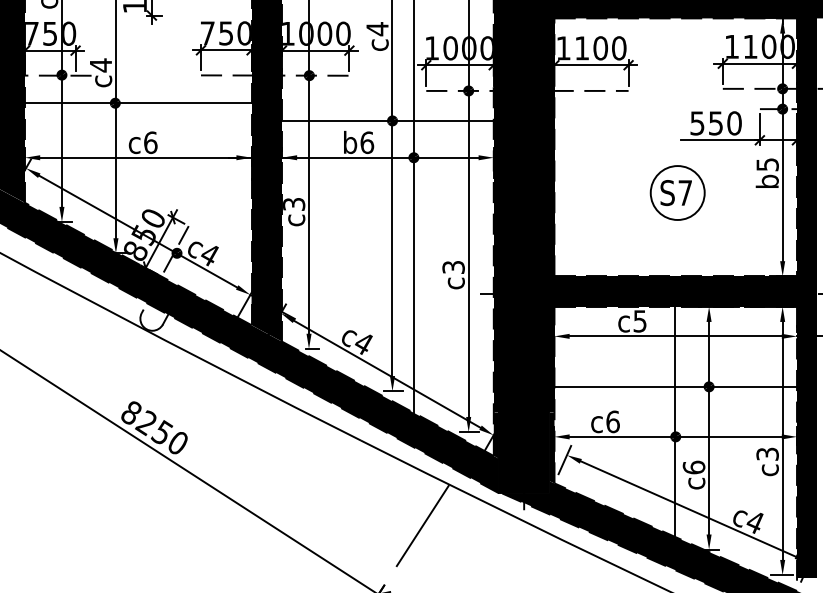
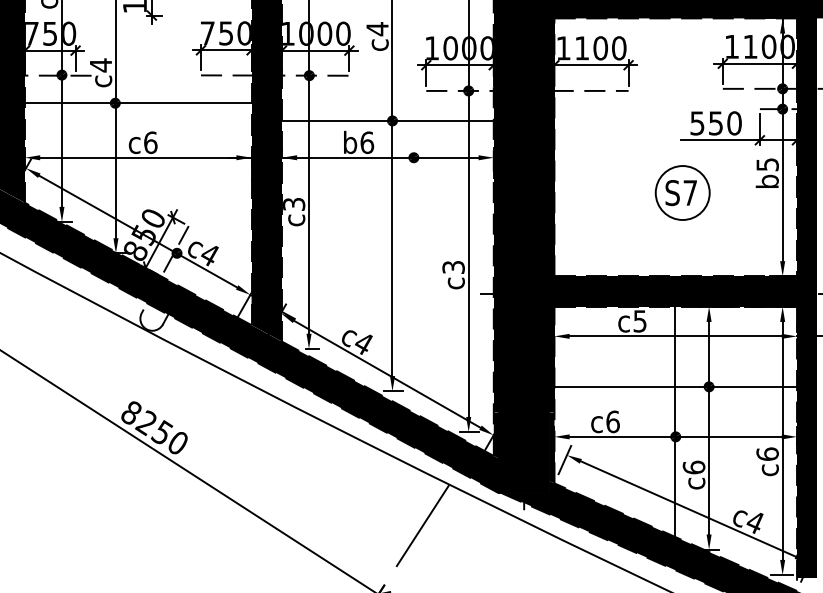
part at (677, 192) position: (677, 192) -> (682, 192)
line at (413, 218): present -> none
text at (767, 453): c3 -> c6
